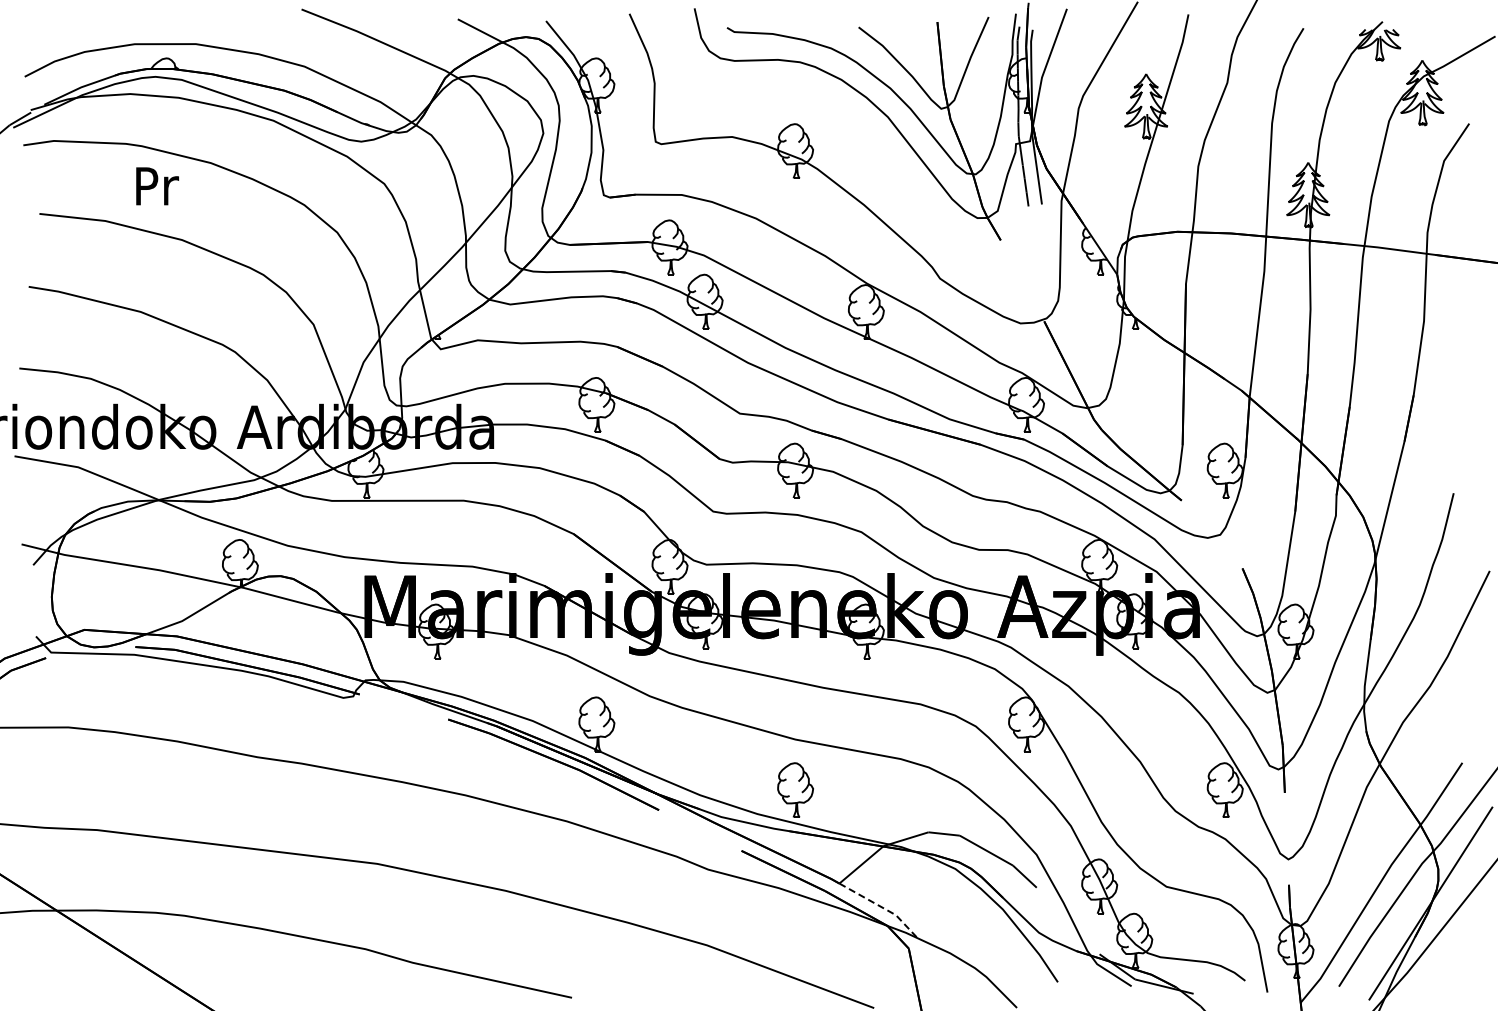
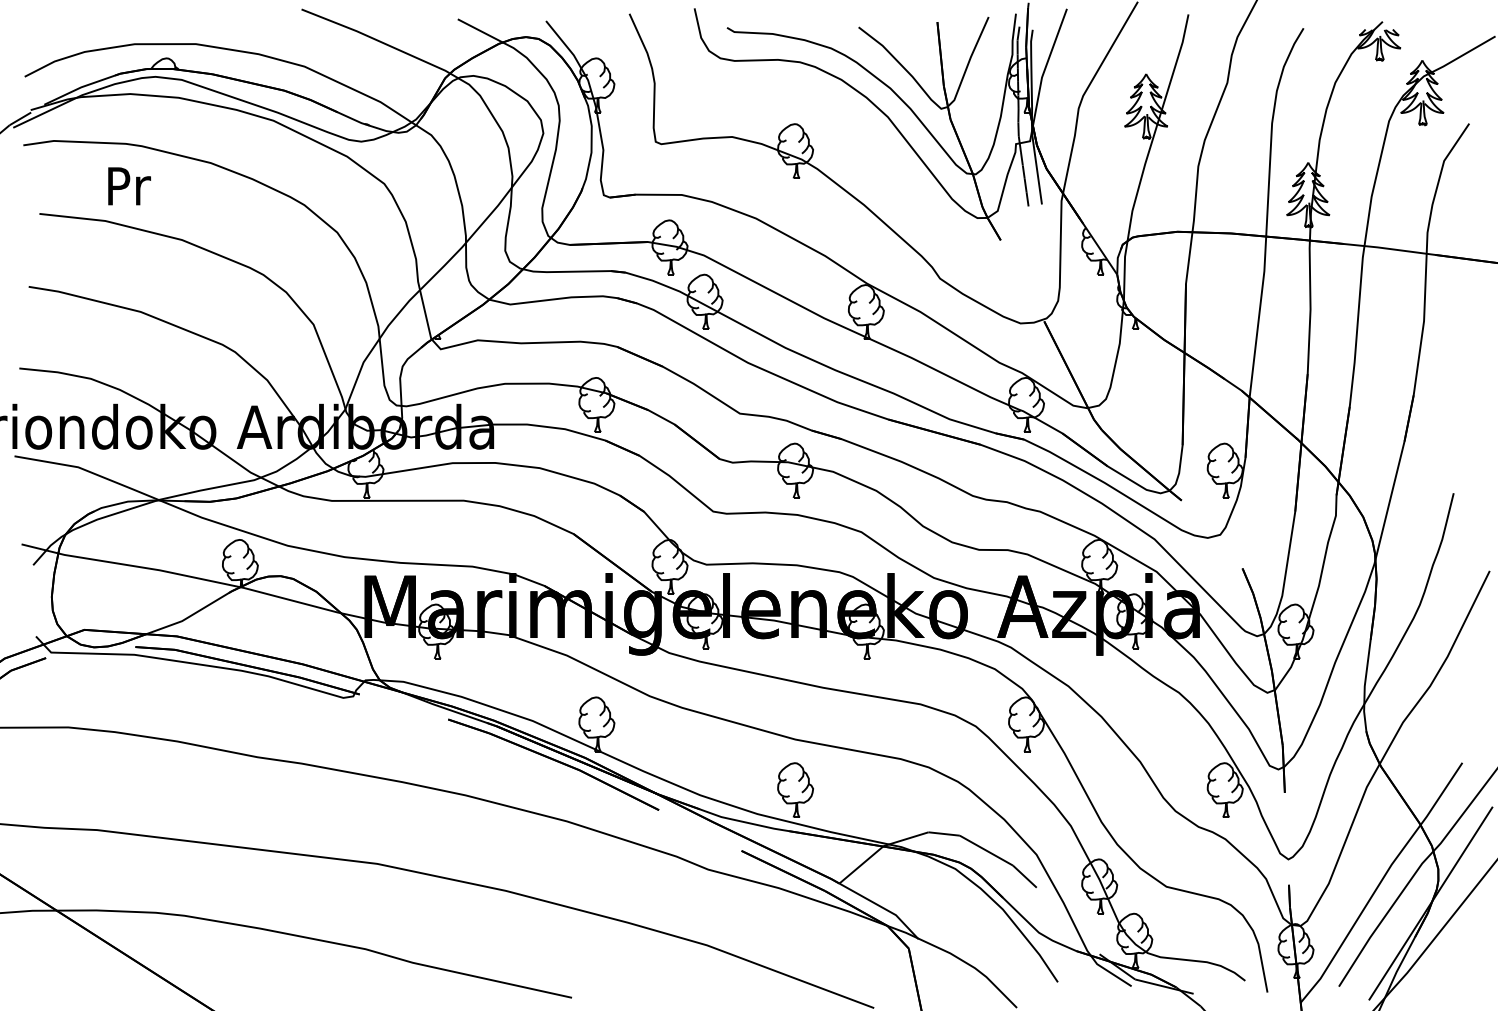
text at (157, 186) position: (157, 186) -> (129, 186)
line at (882, 907): dashed -> solid
